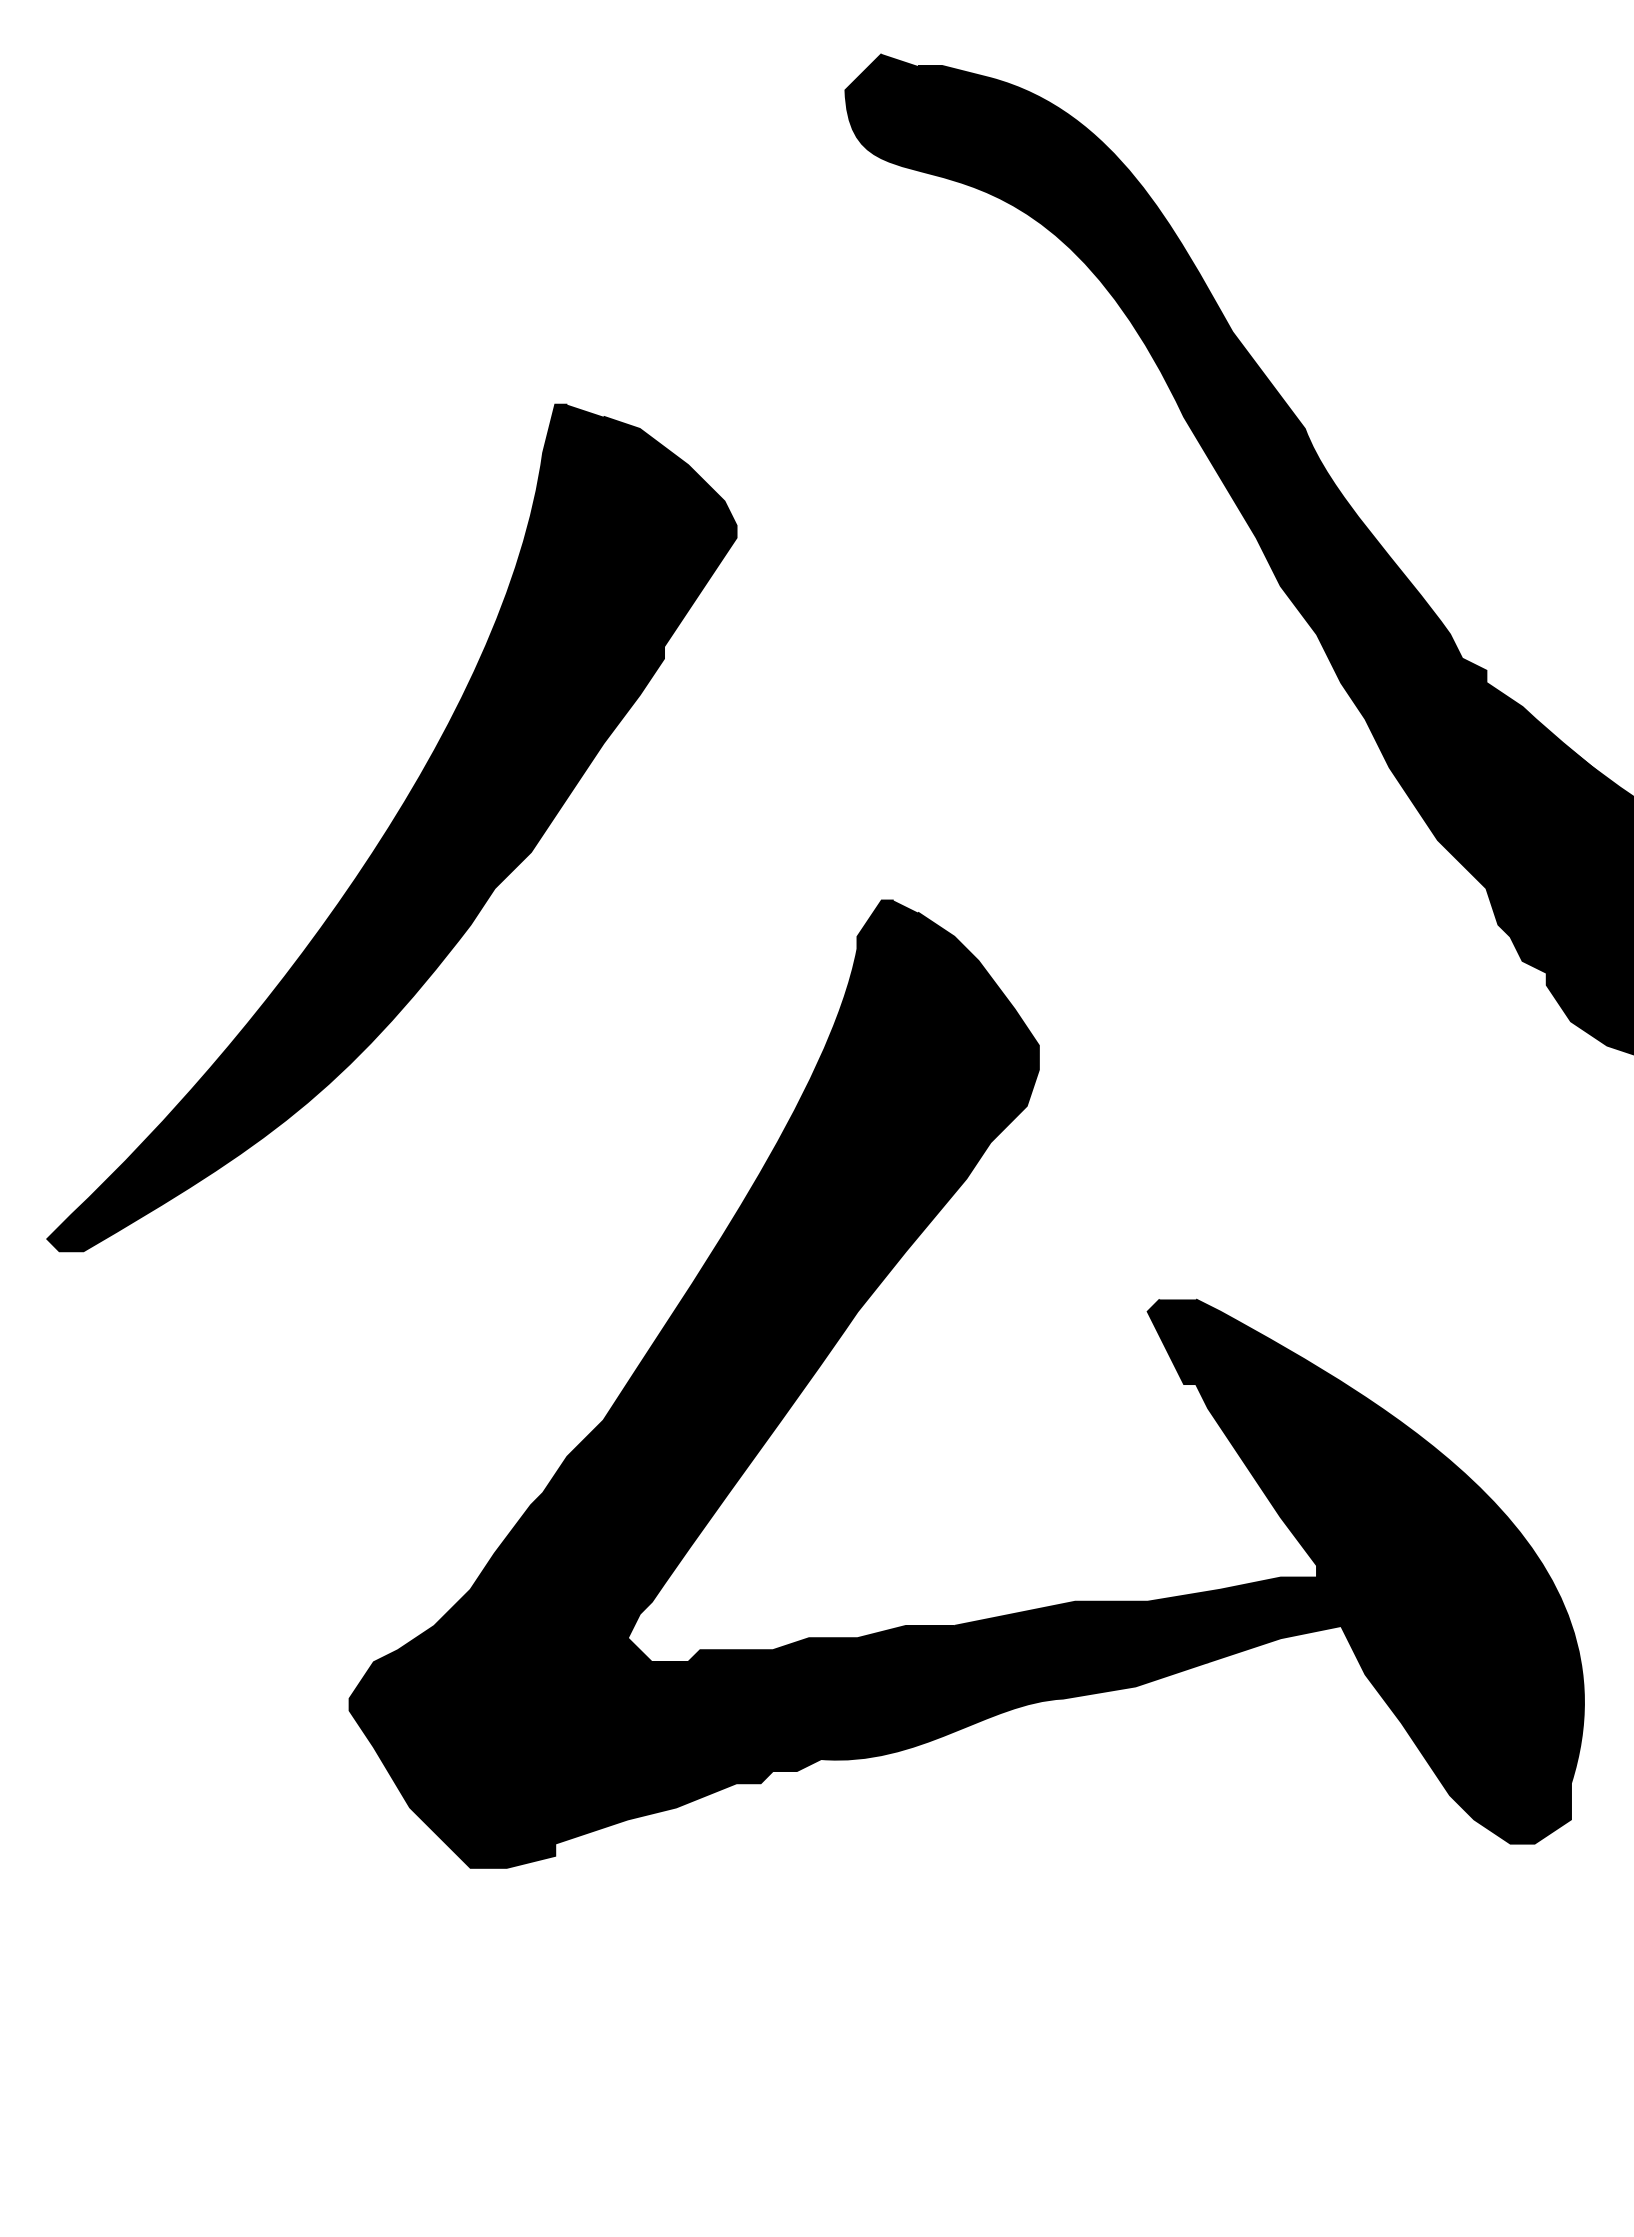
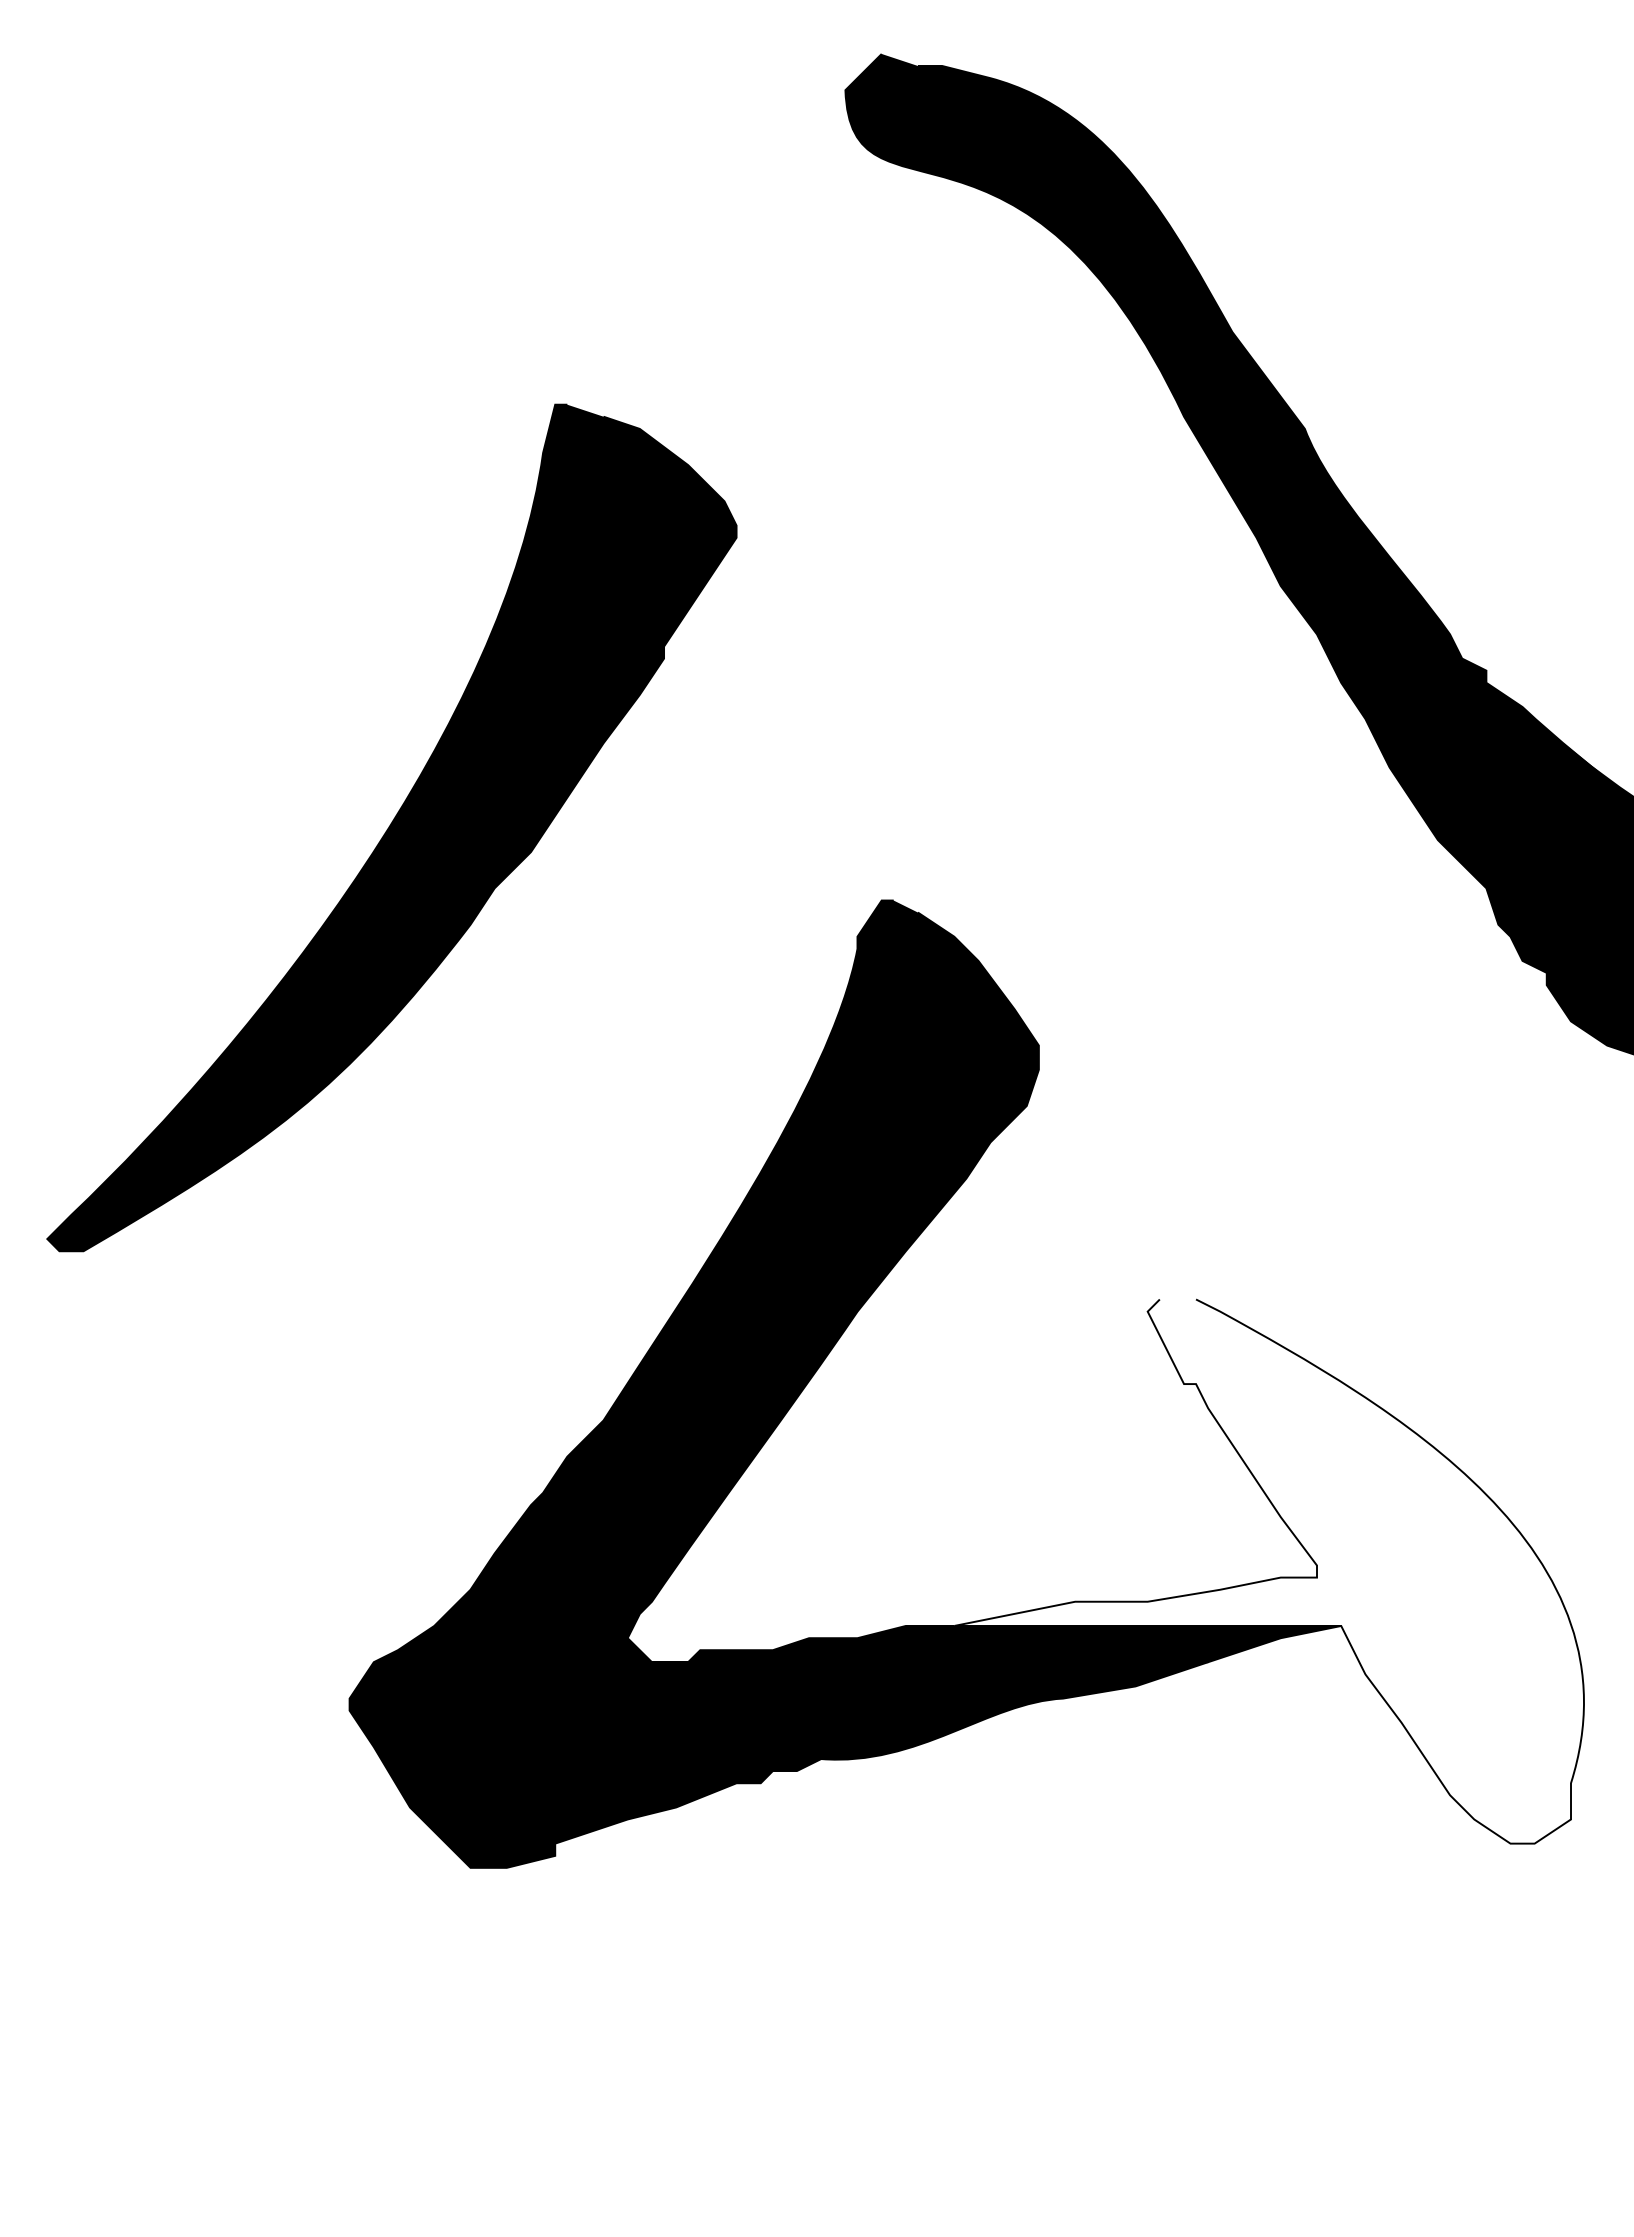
fill at (1268, 1571): present -> none
